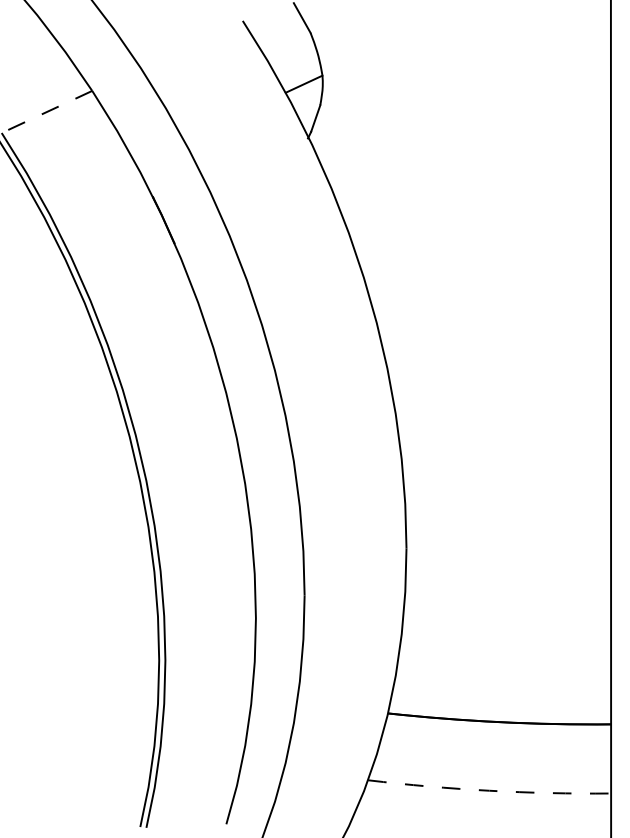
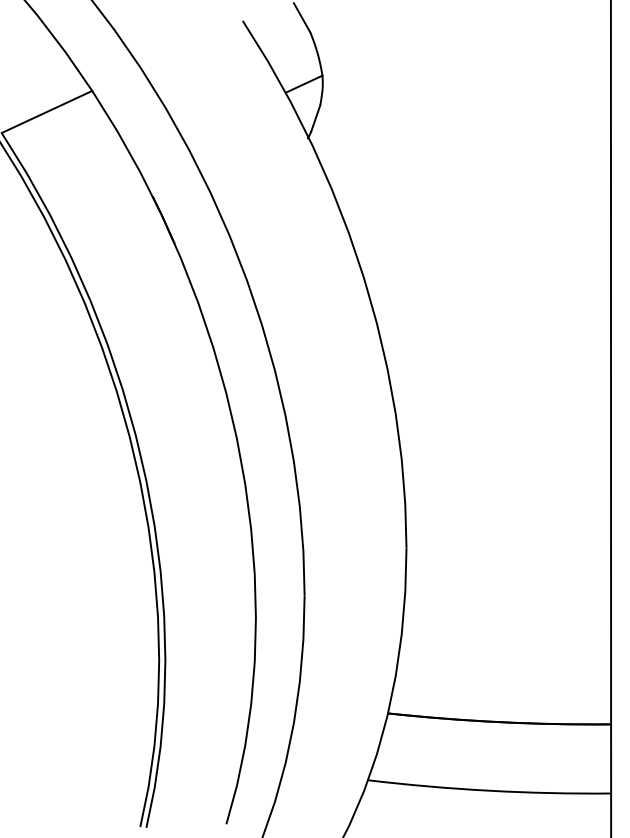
line at (46, 111): dashed -> solid
arc at (489, 790): dashed -> solid
